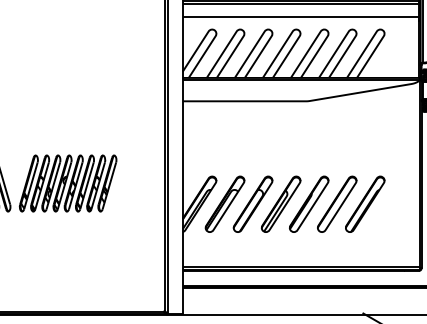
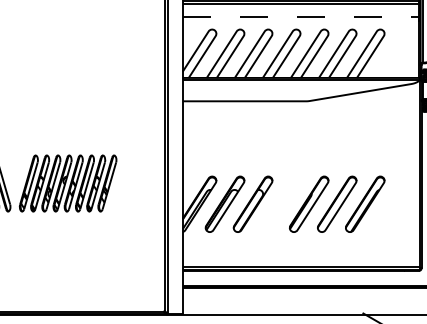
line at (301, 16): solid -> dashed
part at (280, 203): present -> none
